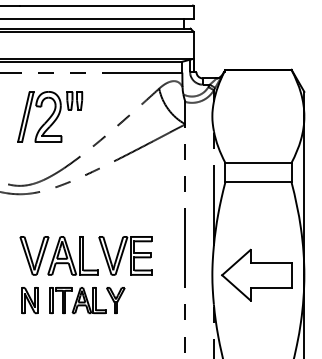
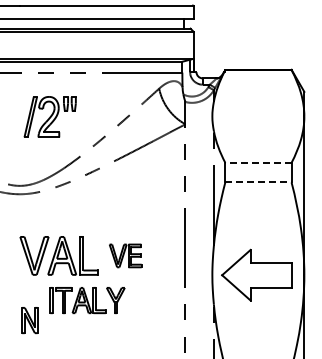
part at (50, 116) size: 67x52 px -> 54x42 px
line at (257, 162): solid -> dashed
line at (258, 182): solid -> dashed
part at (125, 255) size: 55x40 px -> 34x26 px
part at (29, 300) position: (29, 300) -> (29, 320)
